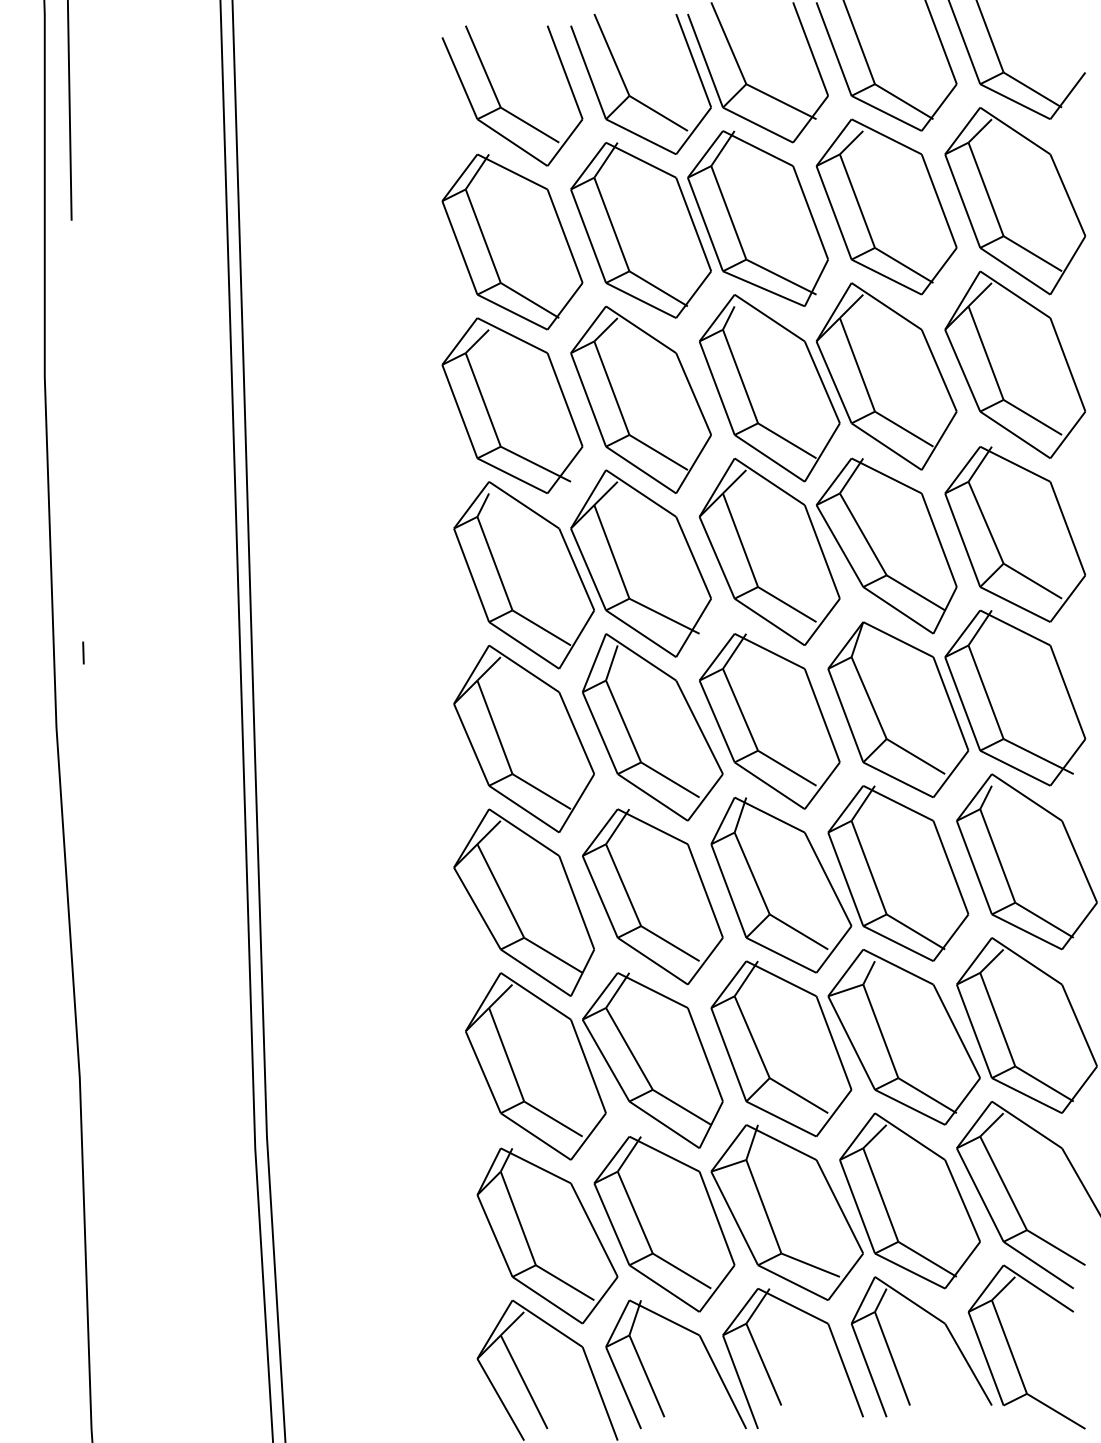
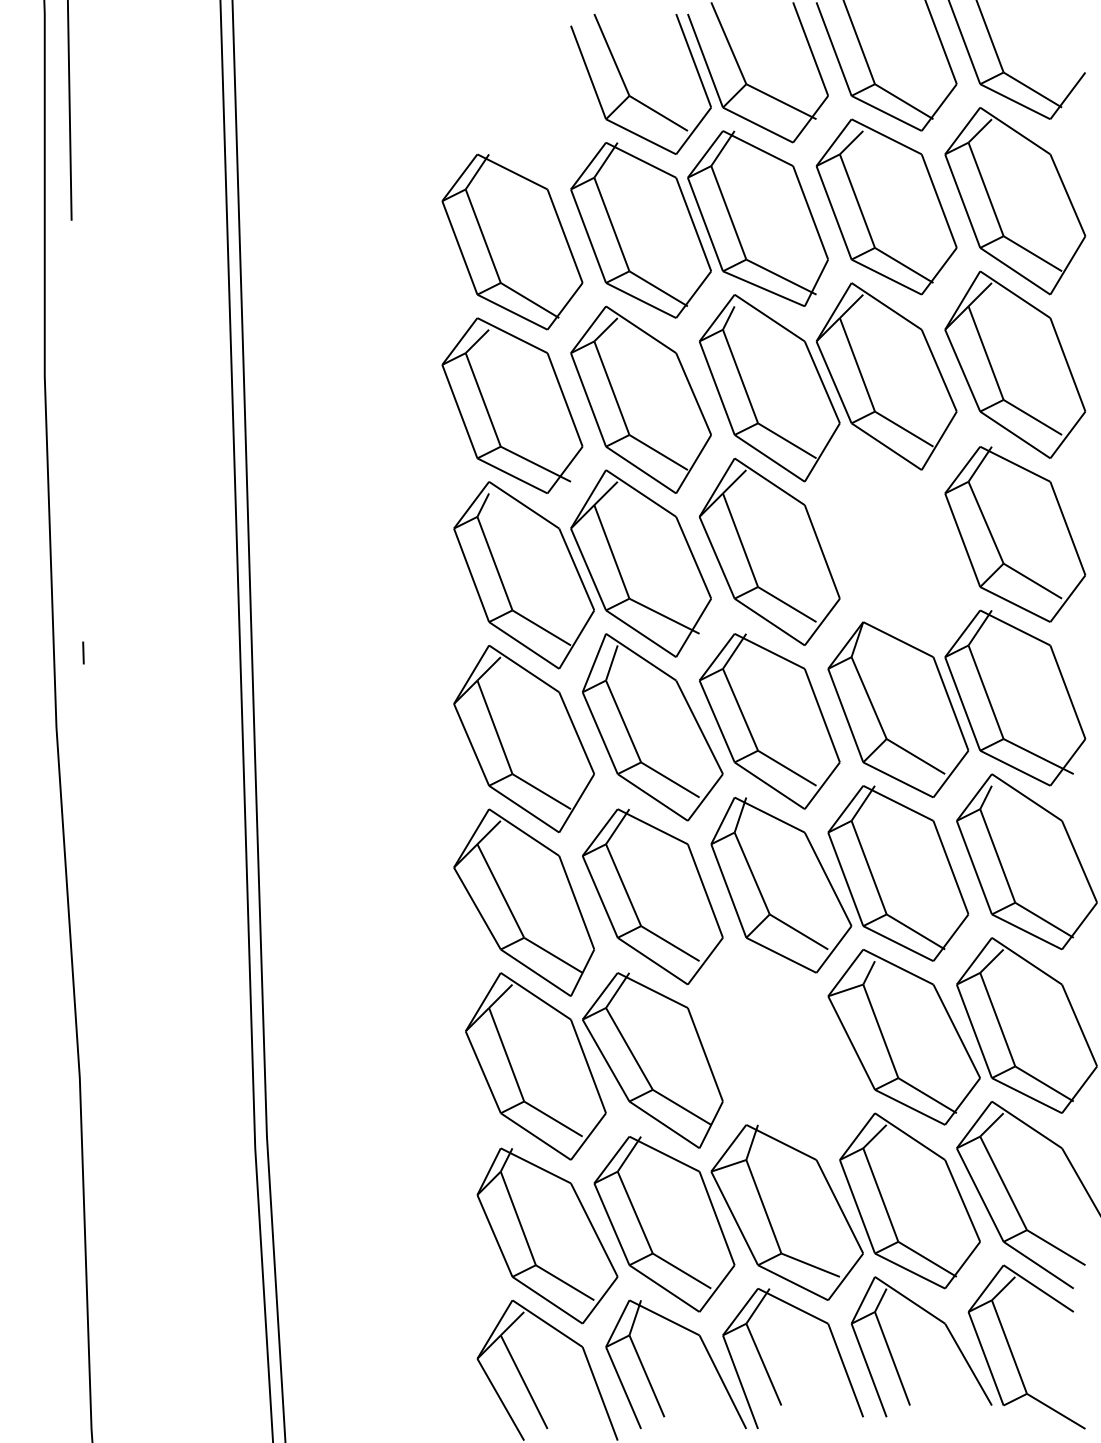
part at (499, 101): present -> none
part at (886, 545): present -> none
part at (781, 1048): present -> none
